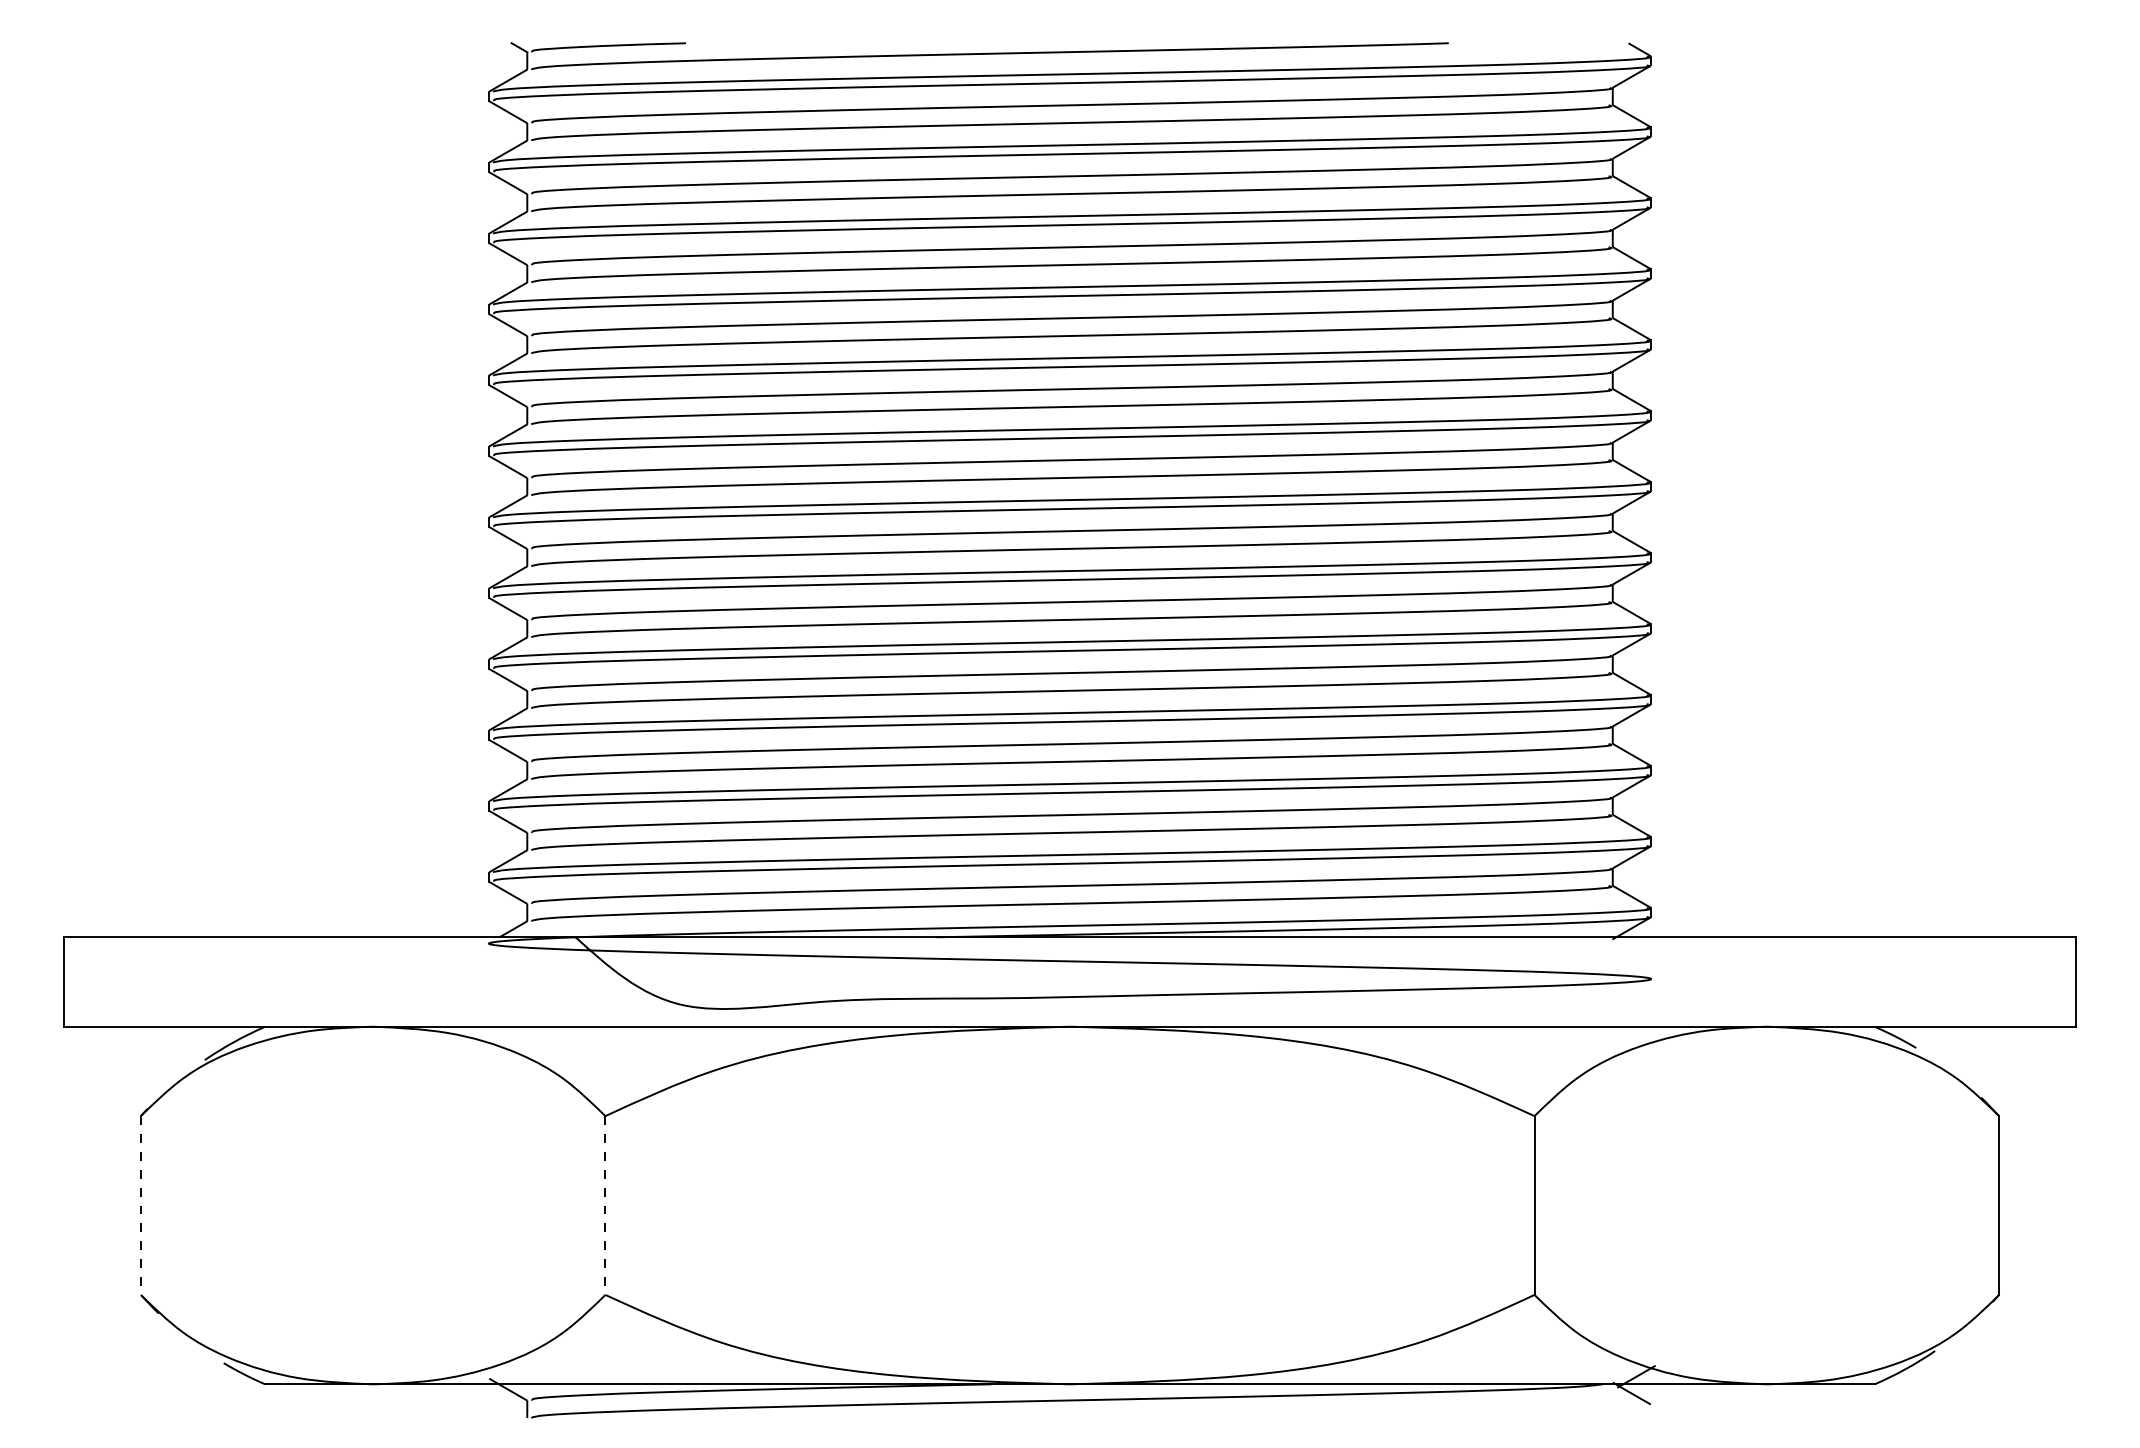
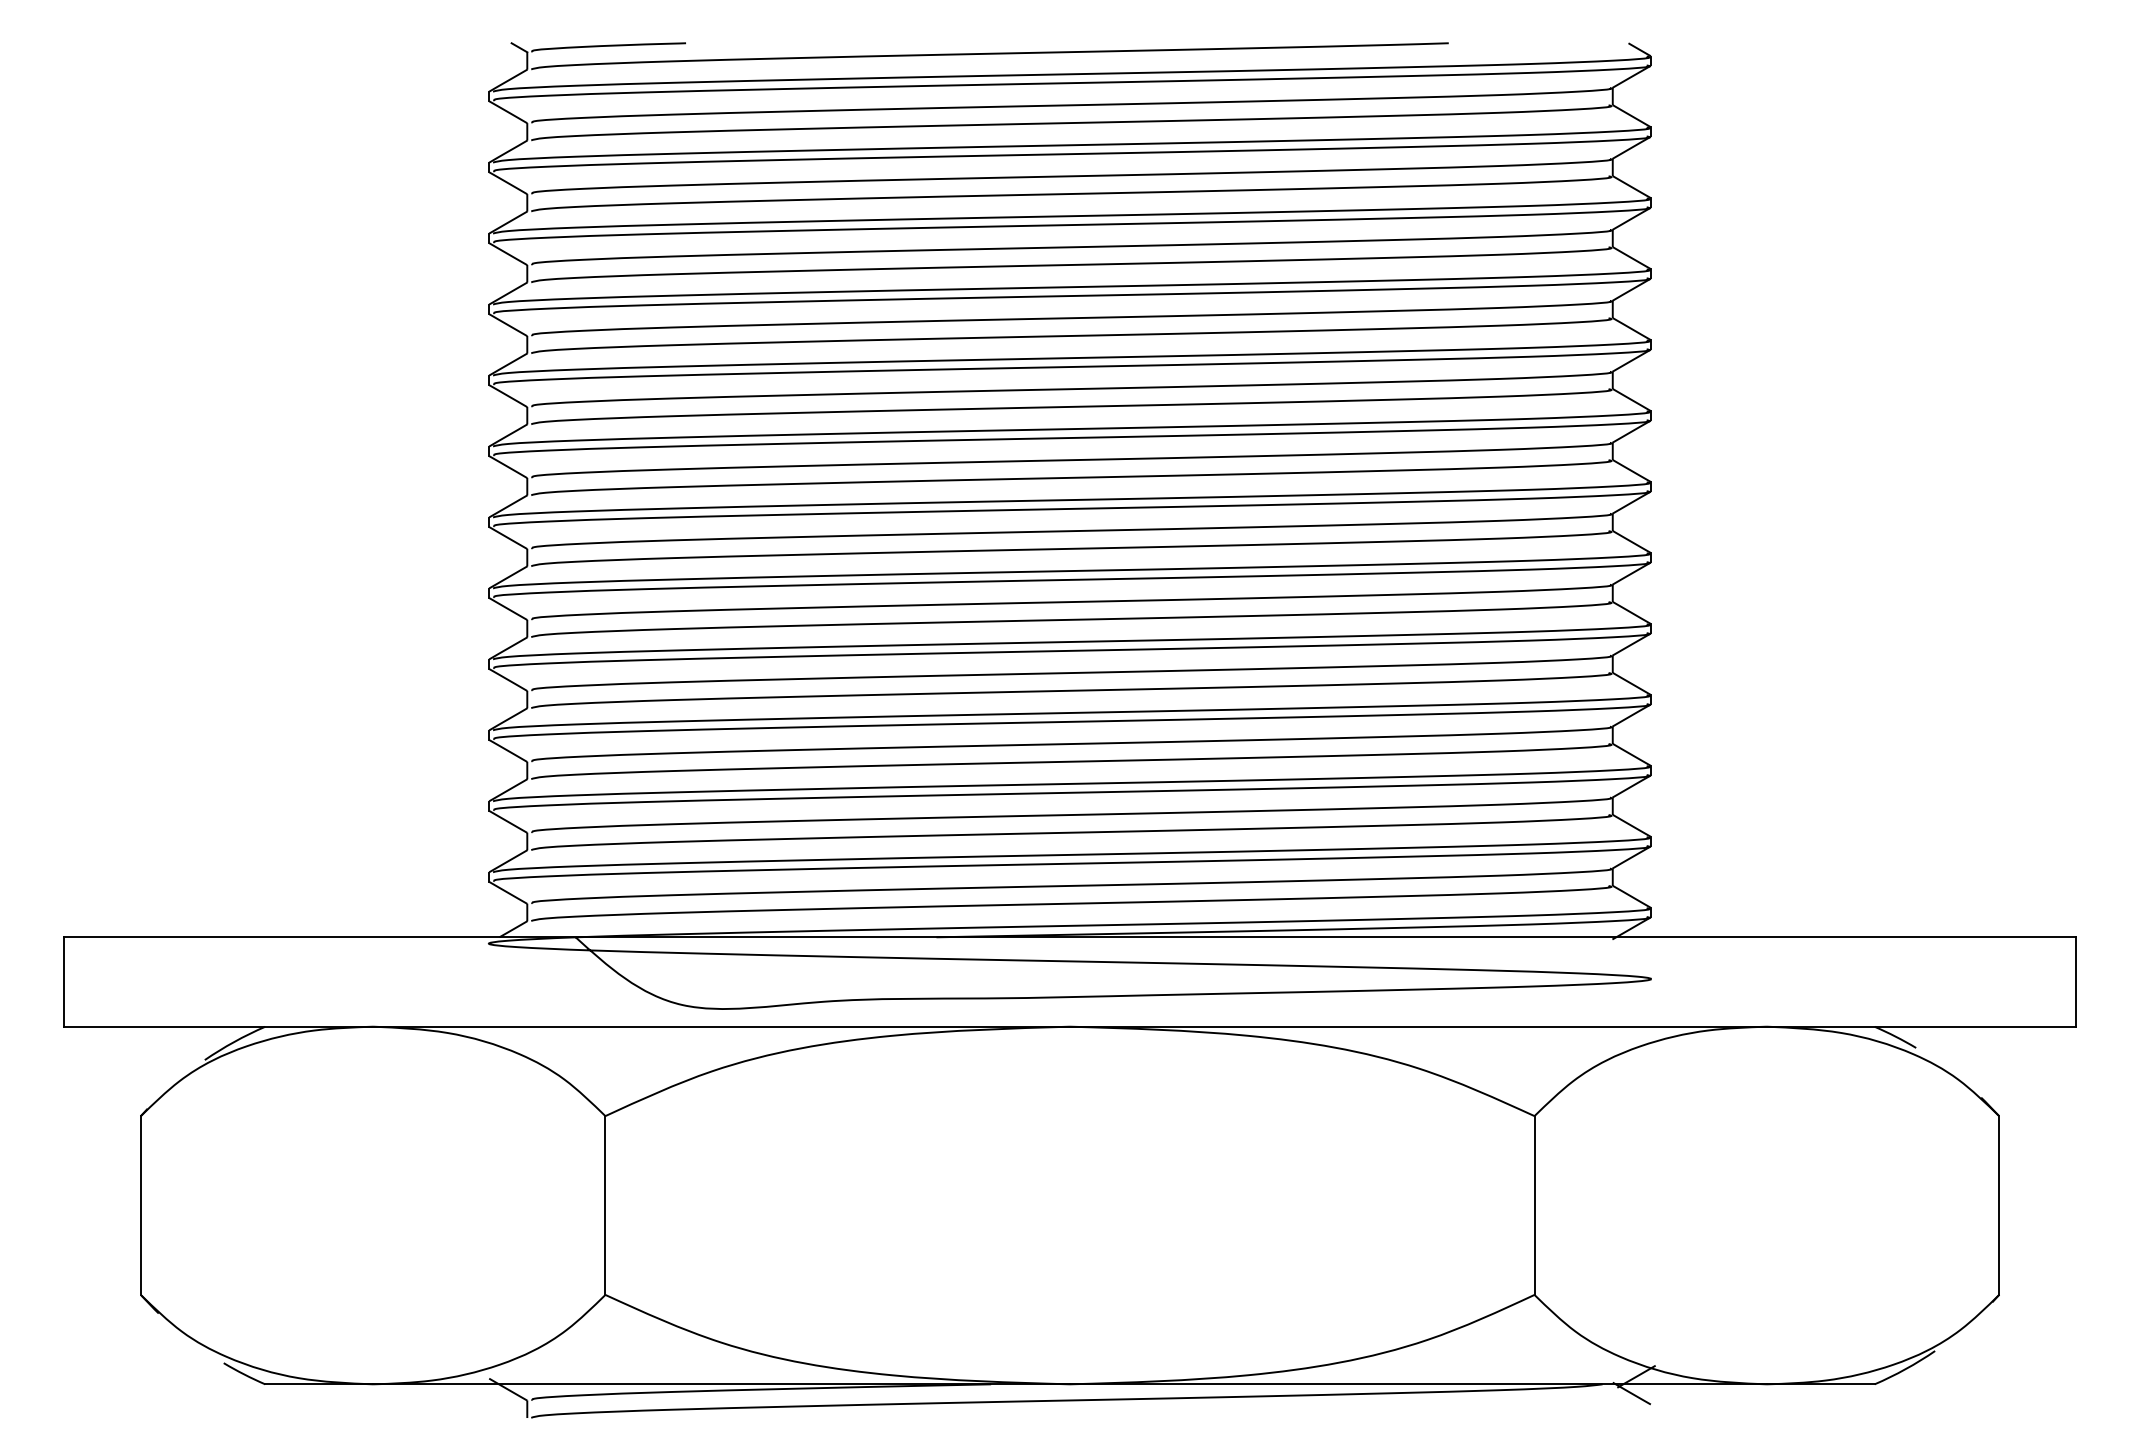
line at (140, 1206): dashed -> solid
line at (605, 1206): dashed -> solid
